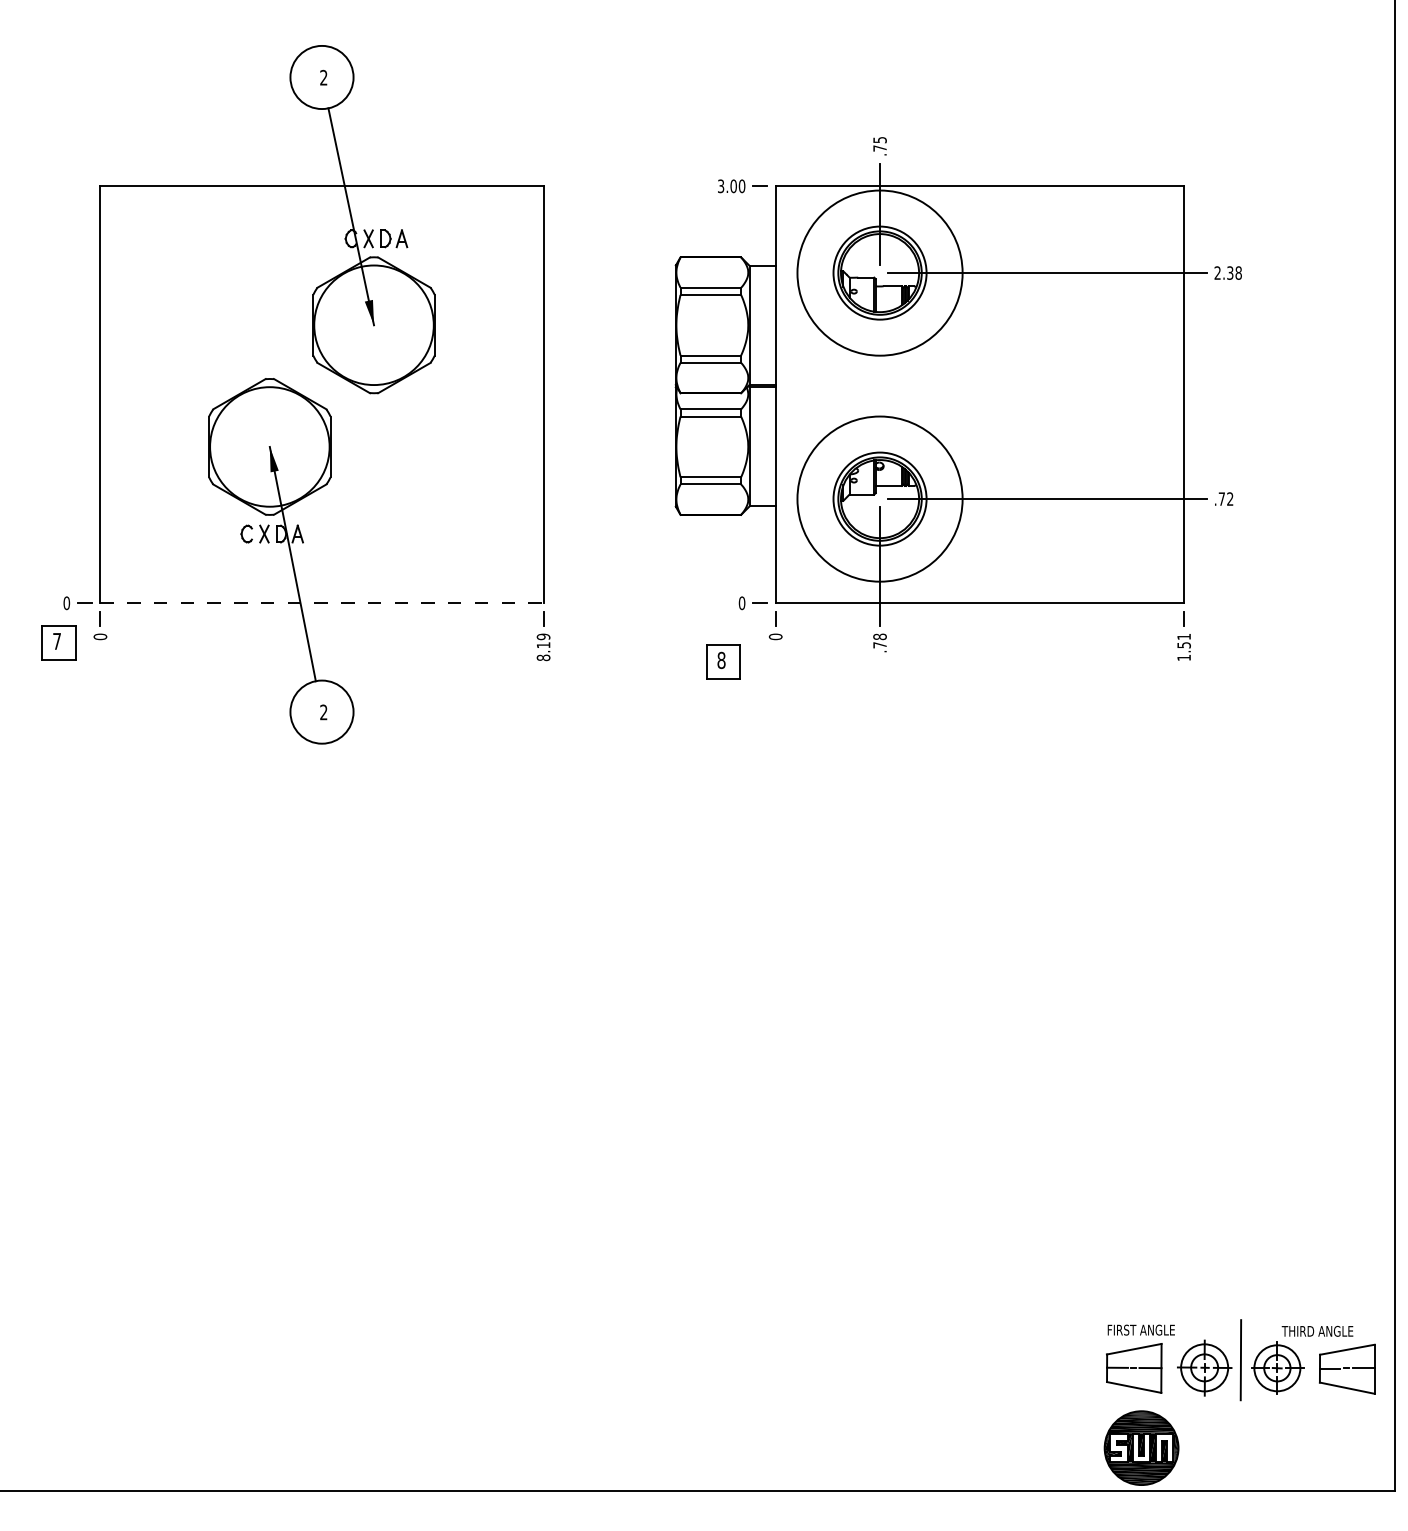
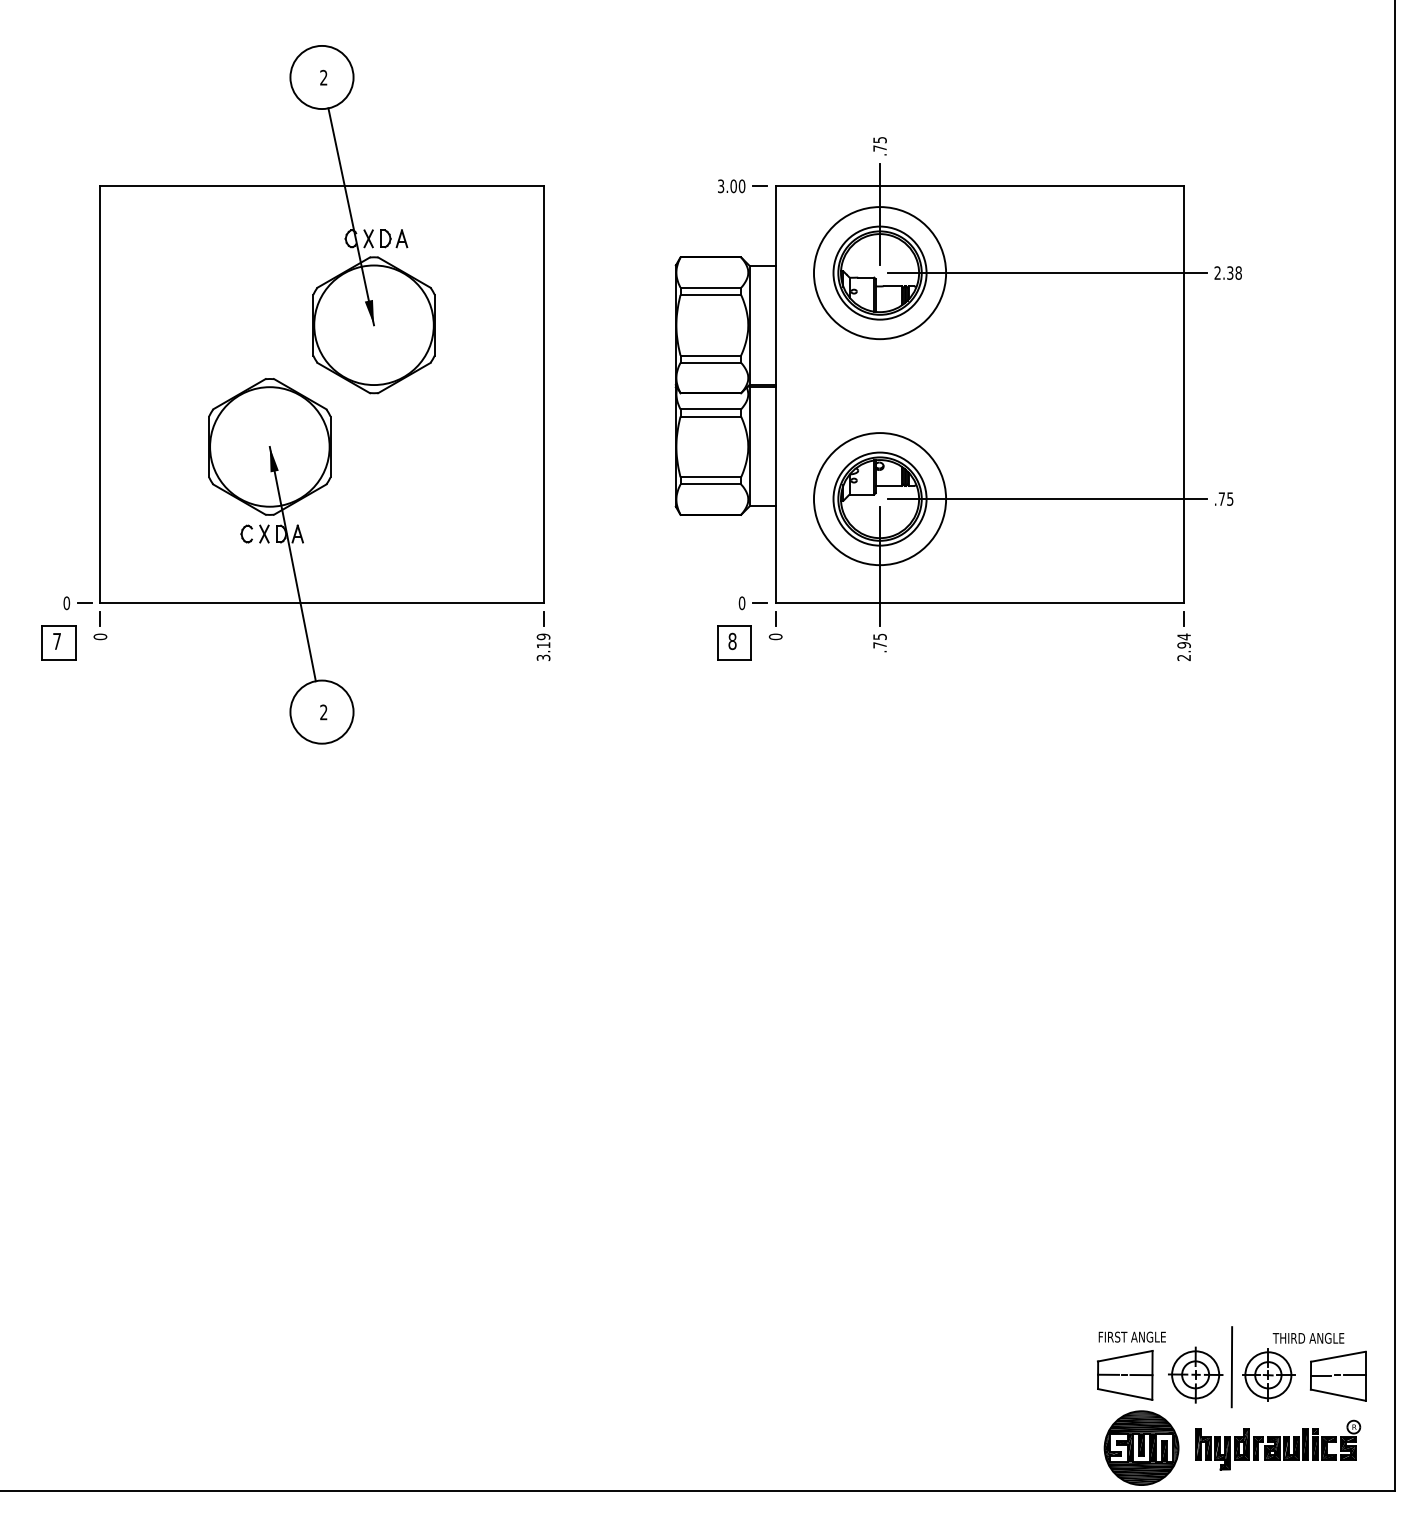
circle at (879, 272) diameter: 165 px -> 132 px
circle at (879, 498) diameter: 165 px -> 132 px
text at (1230, 498): .72 -> .75
line at (322, 603): dashed -> solid
text at (879, 636): .78 -> .75
text at (1183, 647): 1.51 -> 2.94
text at (543, 657): 8.19 -> 3.19
part at (723, 661) position: (723, 661) -> (734, 642)
part at (1240, 1360) position: (1240, 1360) -> (1231, 1367)
part at (1278, 1444): none -> present
